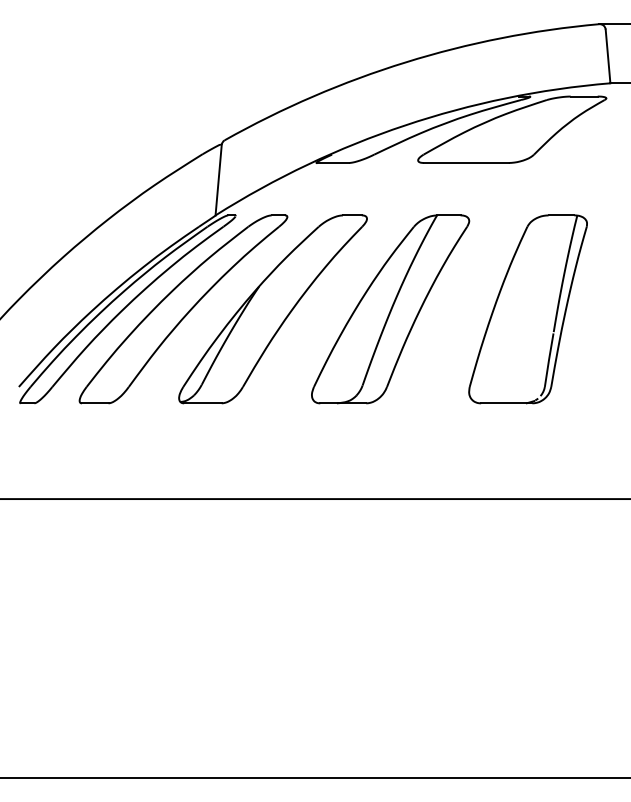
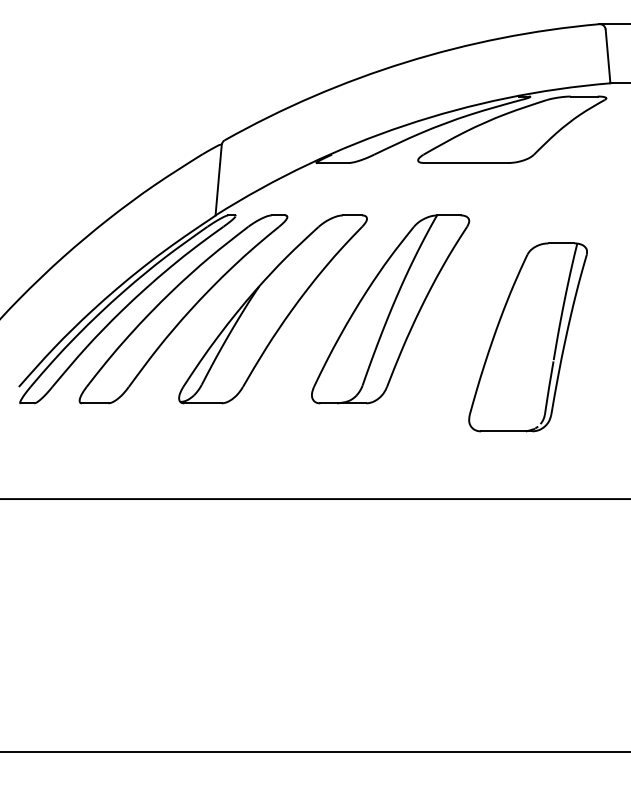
part at (527, 309) position: (527, 309) -> (527, 337)
line at (314, 777) position: (314, 777) -> (314, 751)
